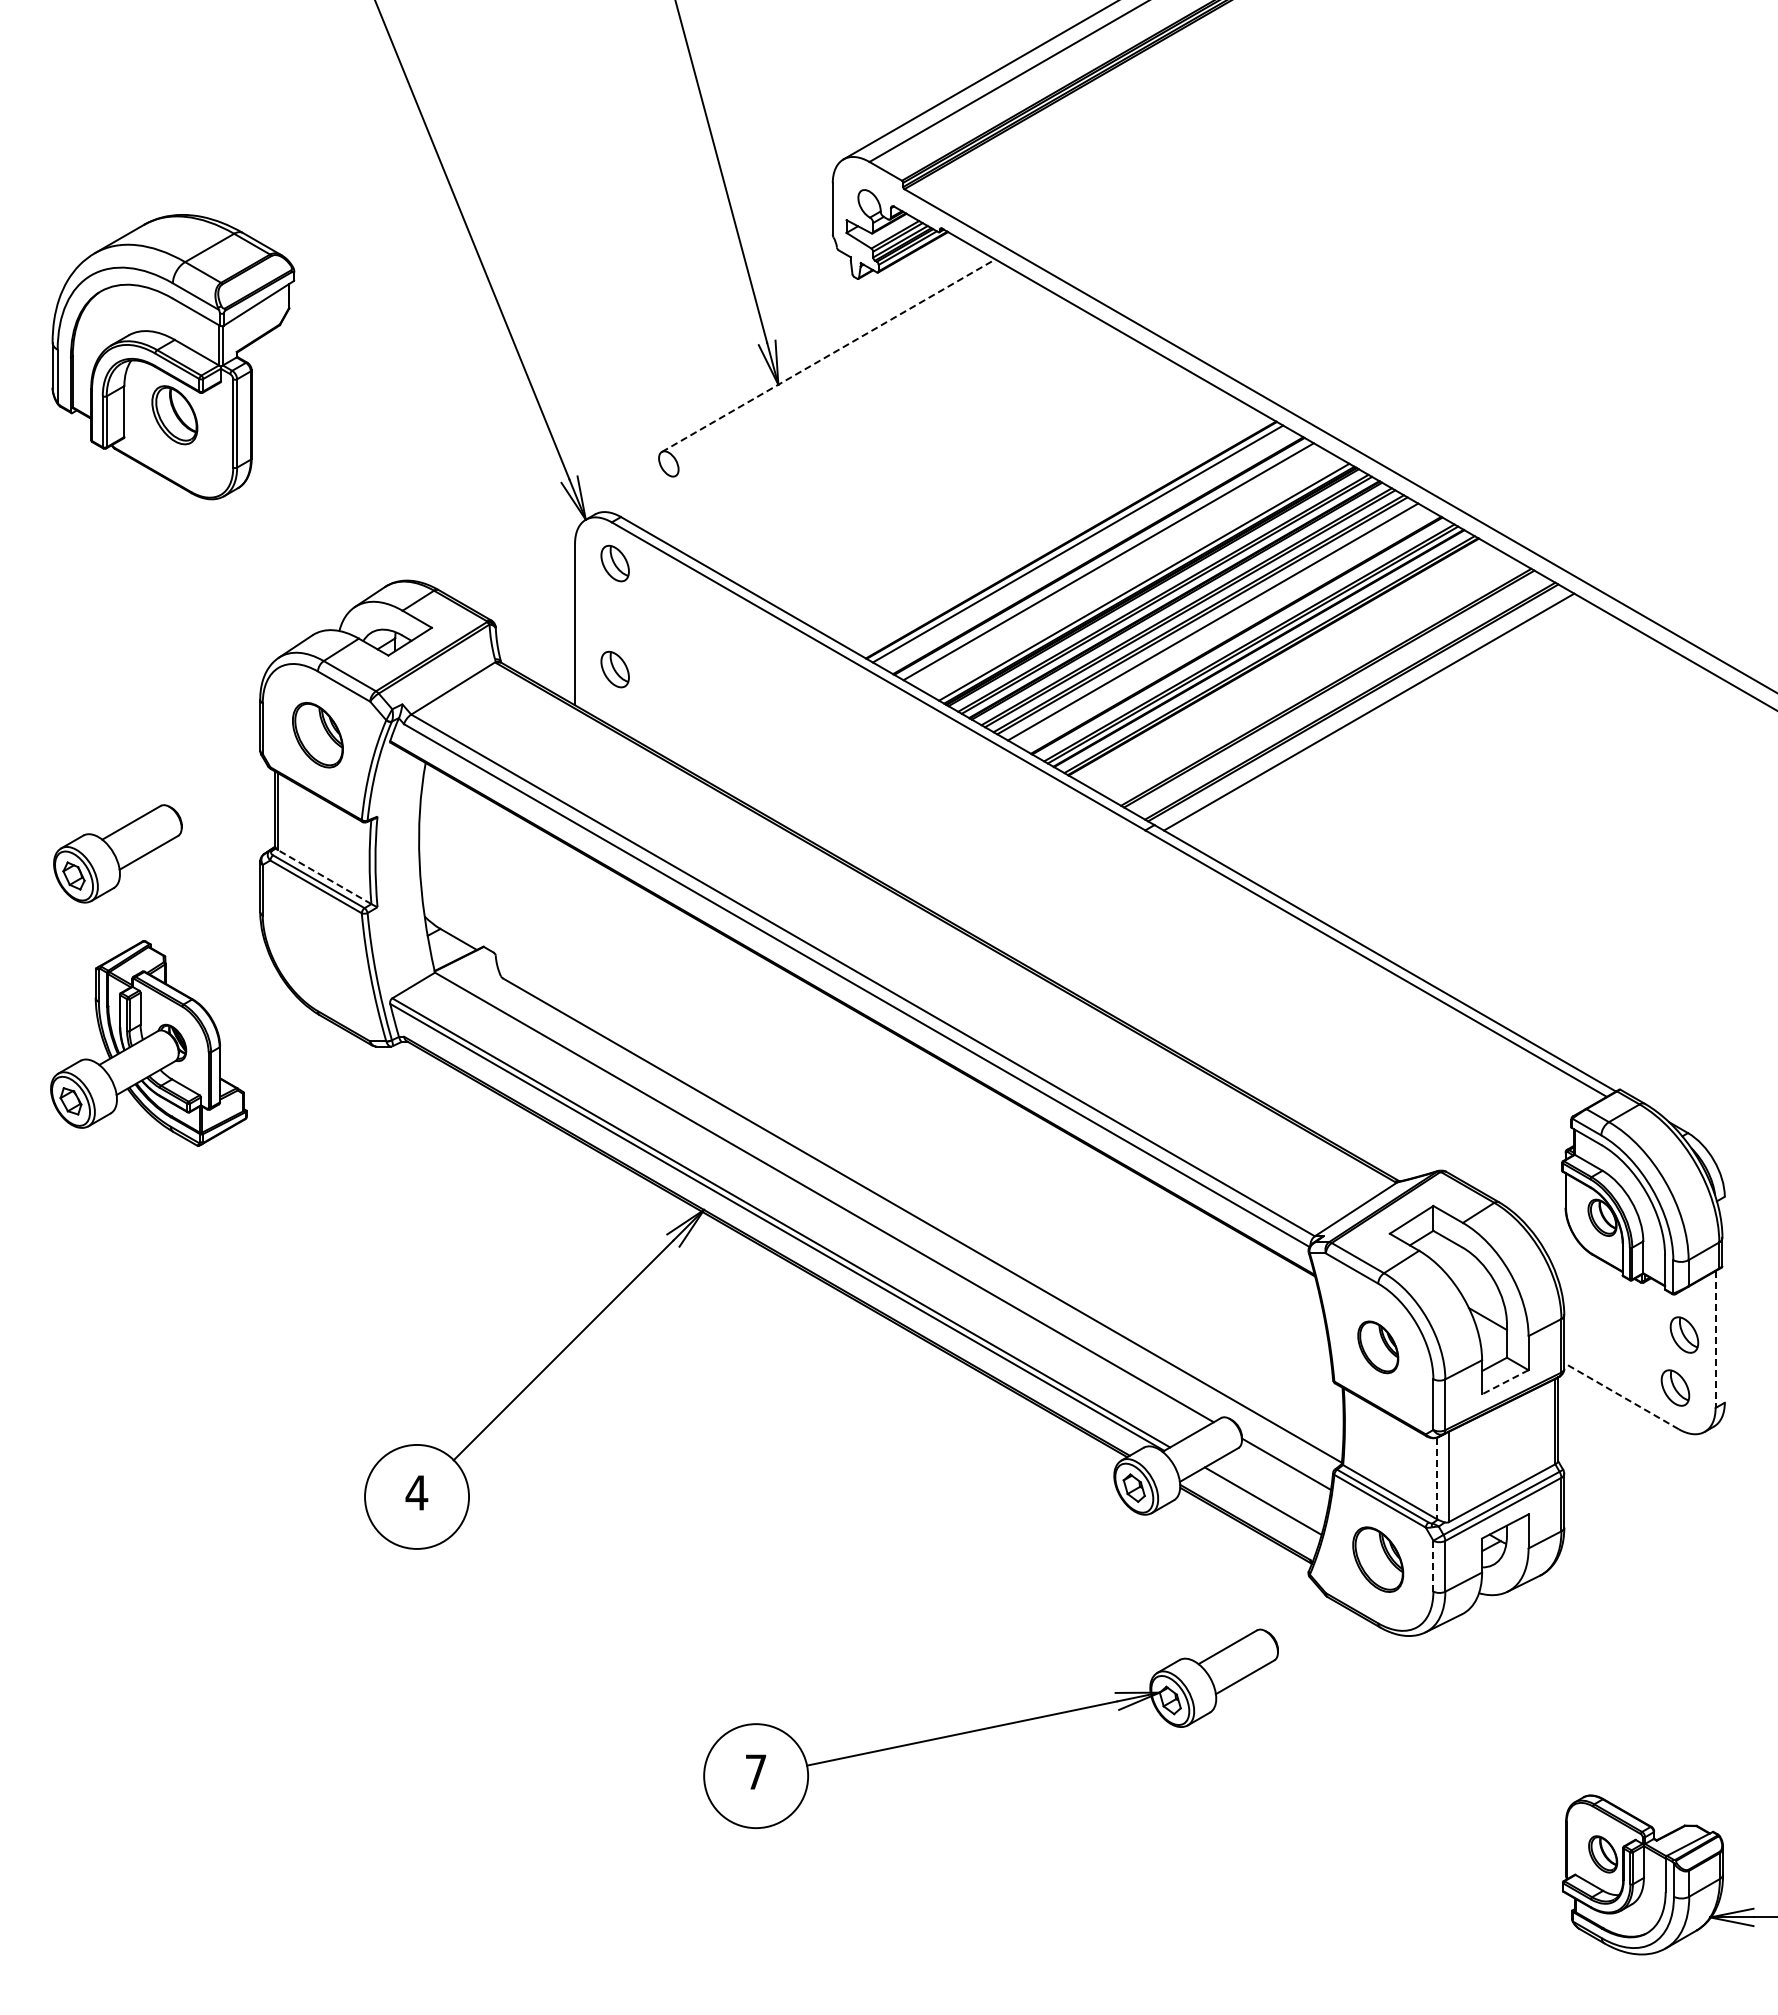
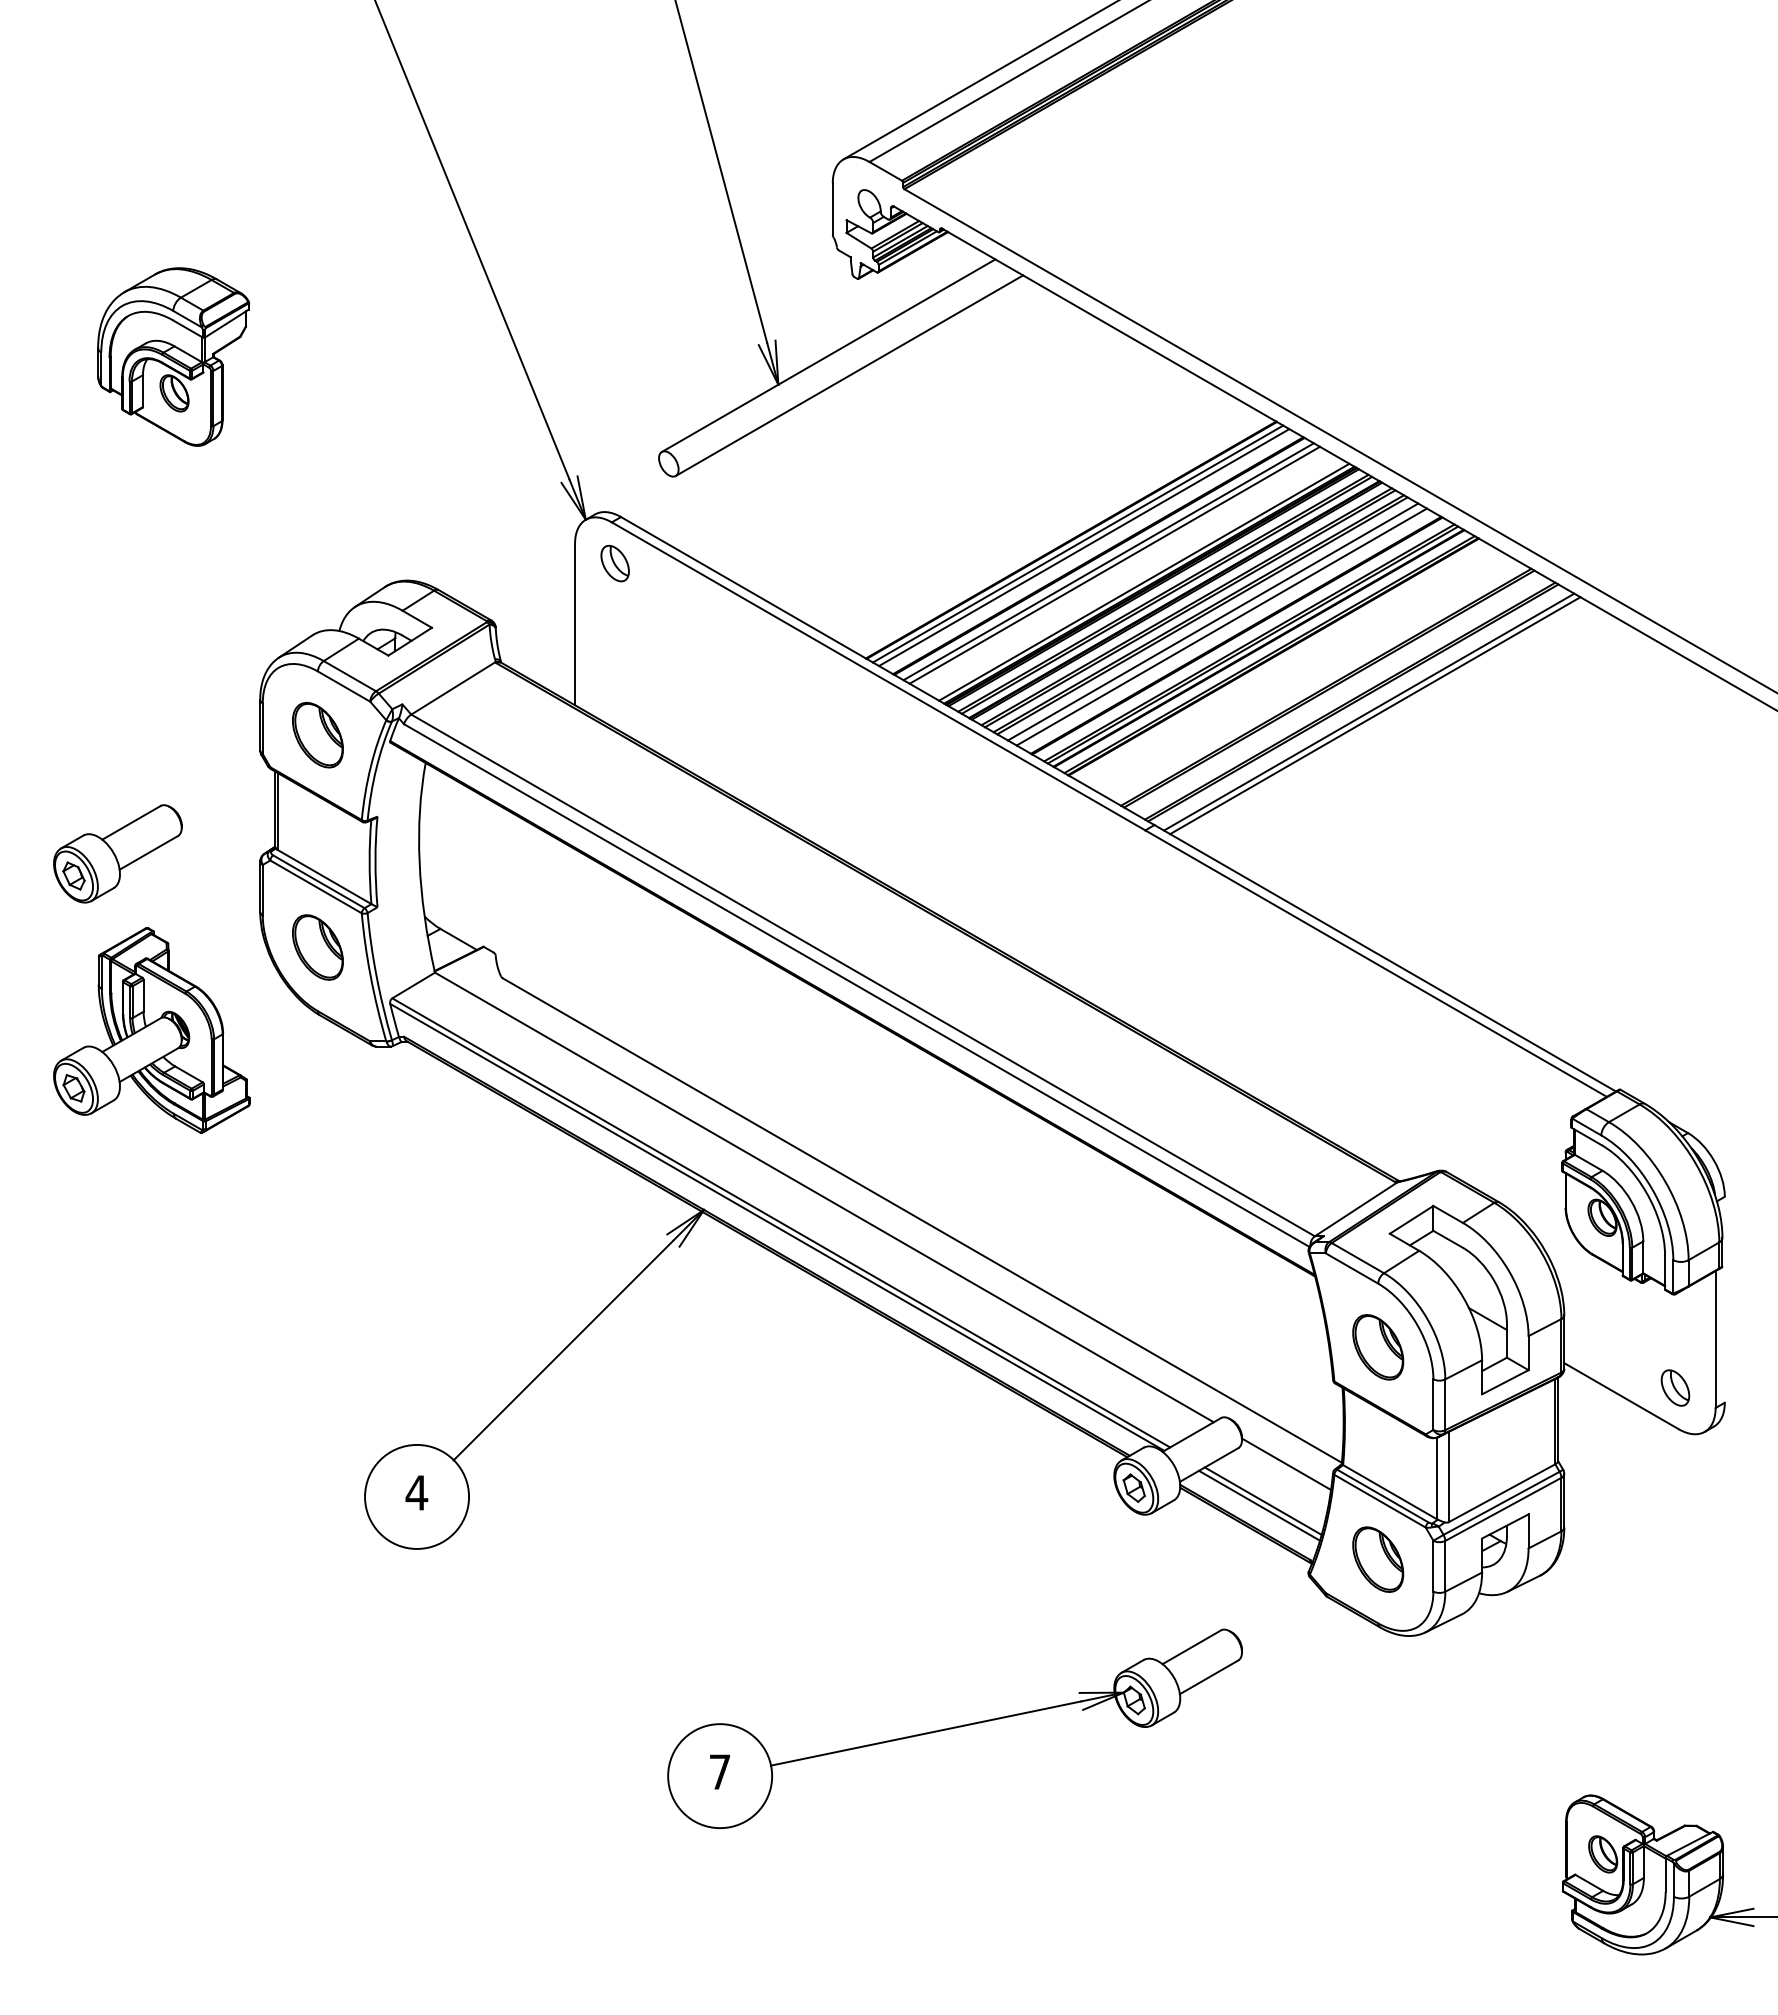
line at (828, 355): dashed -> solid
part at (173, 357) size: 245x287 px -> 154x180 px
line at (849, 375): none -> present
line at (1084, 547): none -> present
line at (1114, 564): none -> present
line at (1221, 626): none -> present
part at (614, 669): present -> none
line at (1375, 715): none -> present
line at (324, 876): dashed -> solid
part at (317, 947): none -> present
part at (148, 1043) position: (148, 1043) -> (151, 1030)
part at (1684, 1334): present -> none
line at (1715, 1340): dashed -> solid
part at (1378, 1347) size: 43x55 px -> 53x67 px
line at (1504, 1382): dashed -> solid
line at (1621, 1395): dashed -> solid
line at (1436, 1478): dashed -> solid
line at (1259, 1505): none -> present
line at (1433, 1566): dashed -> solid
part at (990, 1728) position: (990, 1728) -> (954, 1728)
